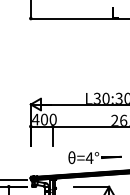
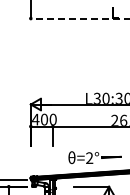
line at (79, 18): solid -> dashed
text at (89, 157): =4° -> =2°
